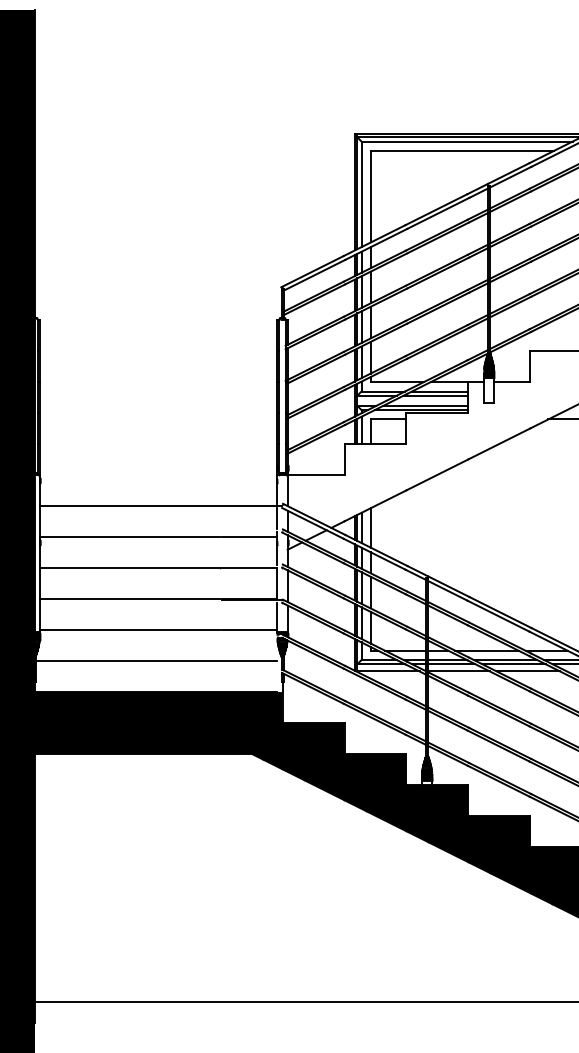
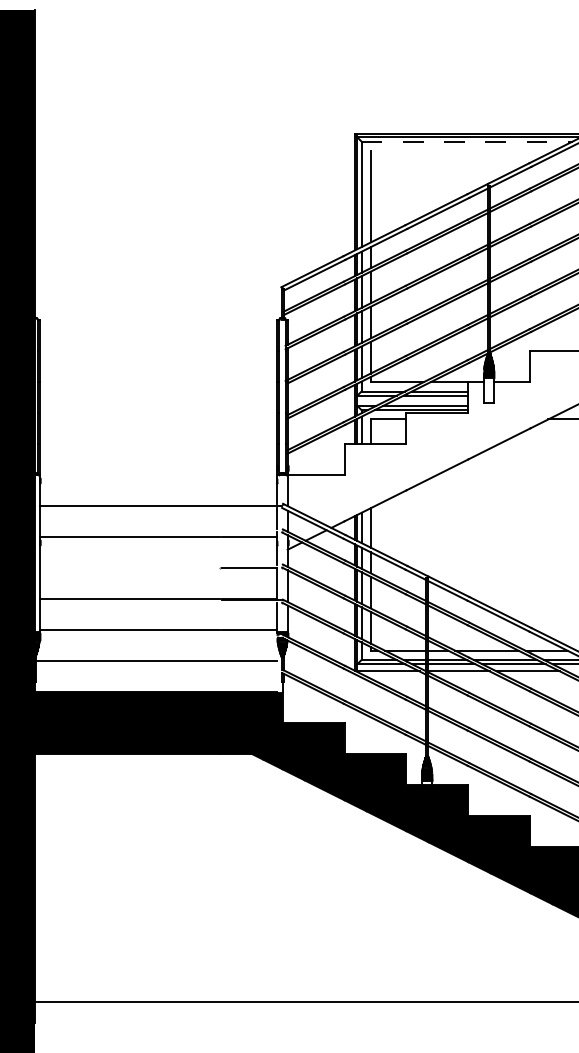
line at (467, 141): solid -> dashed
line at (462, 150): present -> none
line at (129, 568): present -> none
